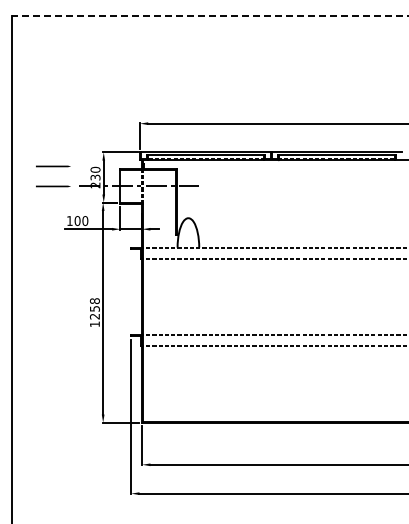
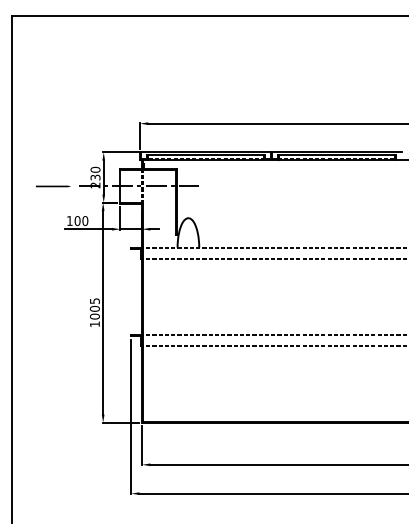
line at (210, 15): dashed -> solid
line at (53, 166): present -> none
text at (94, 308): 1258 -> 1005
